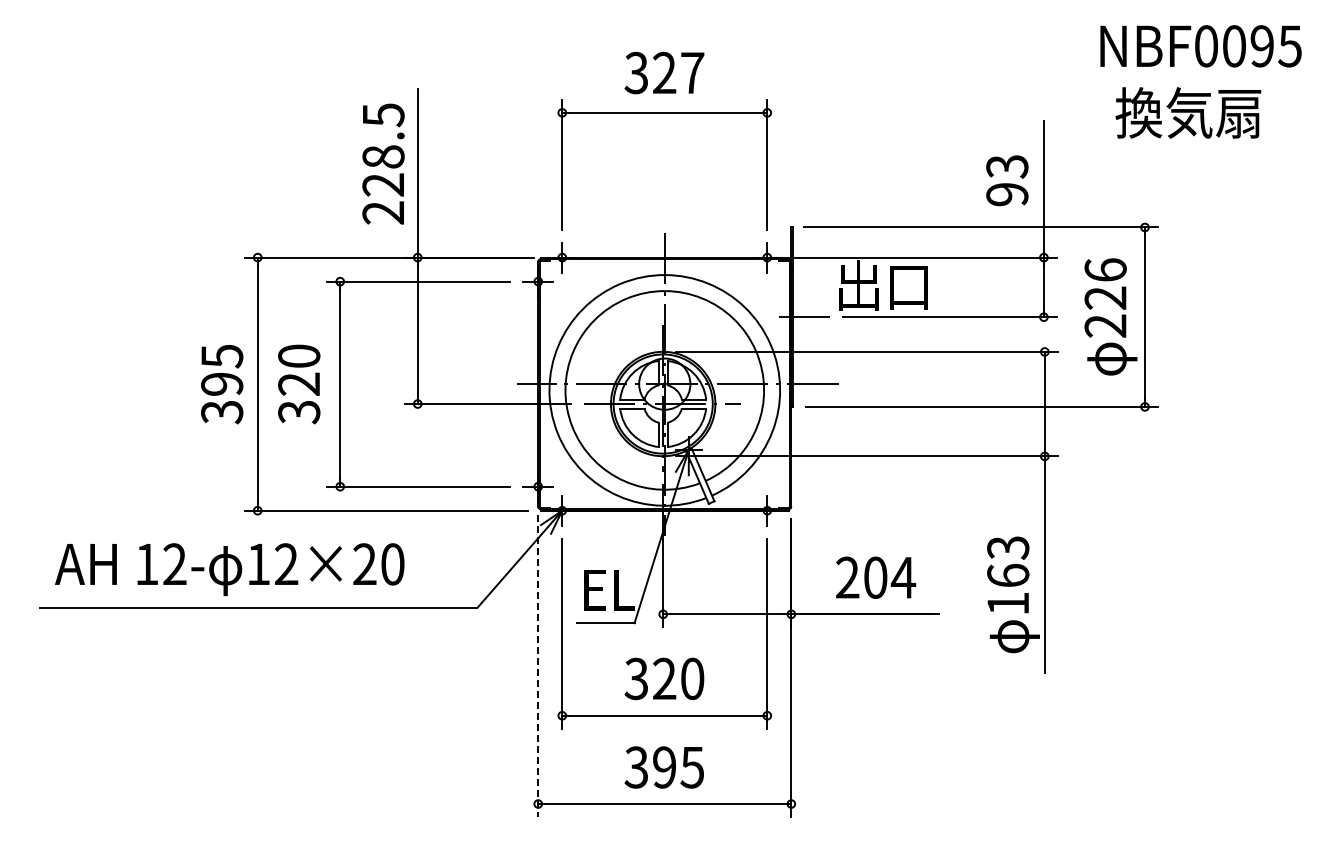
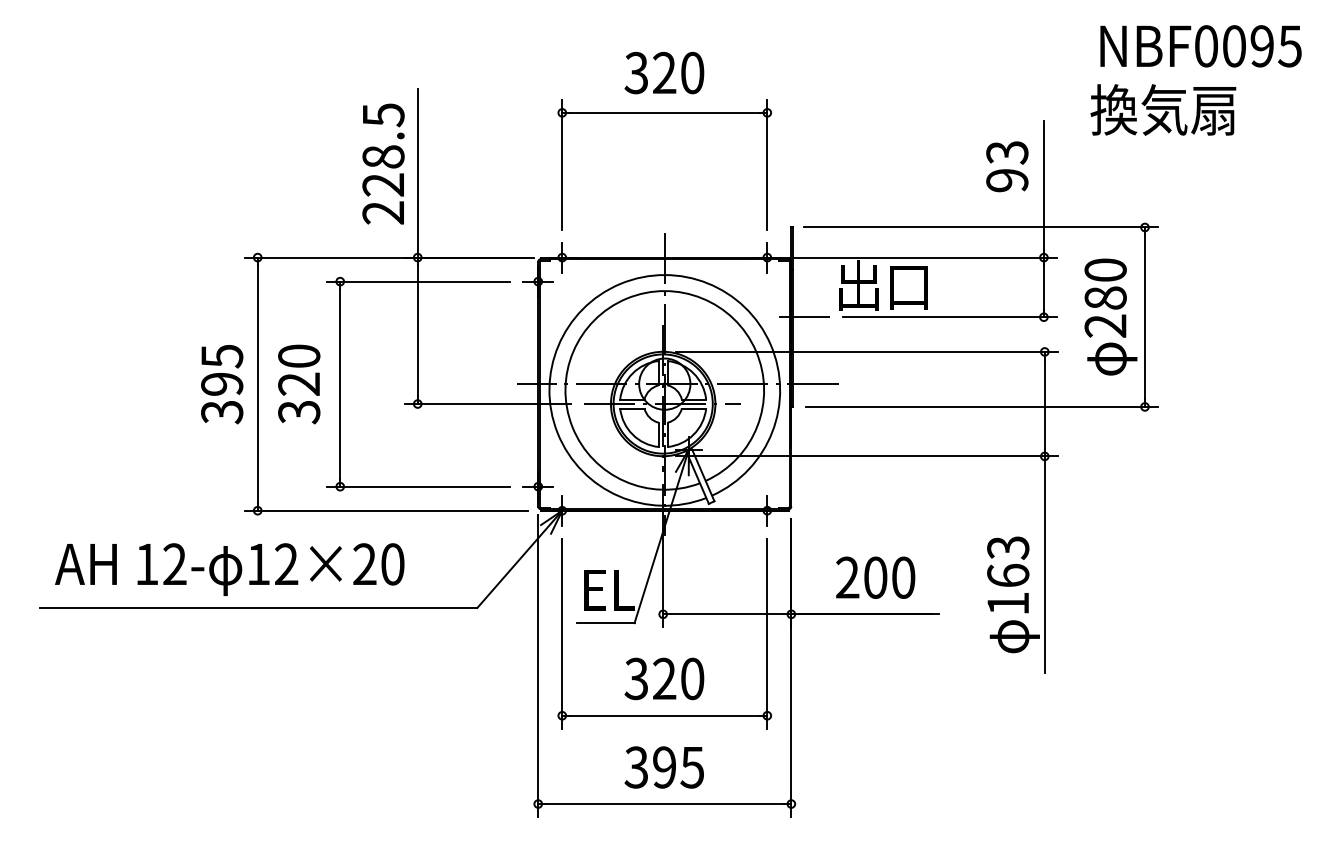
text at (692, 72): 327 -> 320
text at (1188, 112) position: (1188, 112) -> (1163, 109)
text at (1007, 180) position: (1007, 180) -> (1007, 166)
text at (1105, 283): 226 -> 280
text at (903, 577): 204 -> 200
line at (538, 666): dashed -> solid
